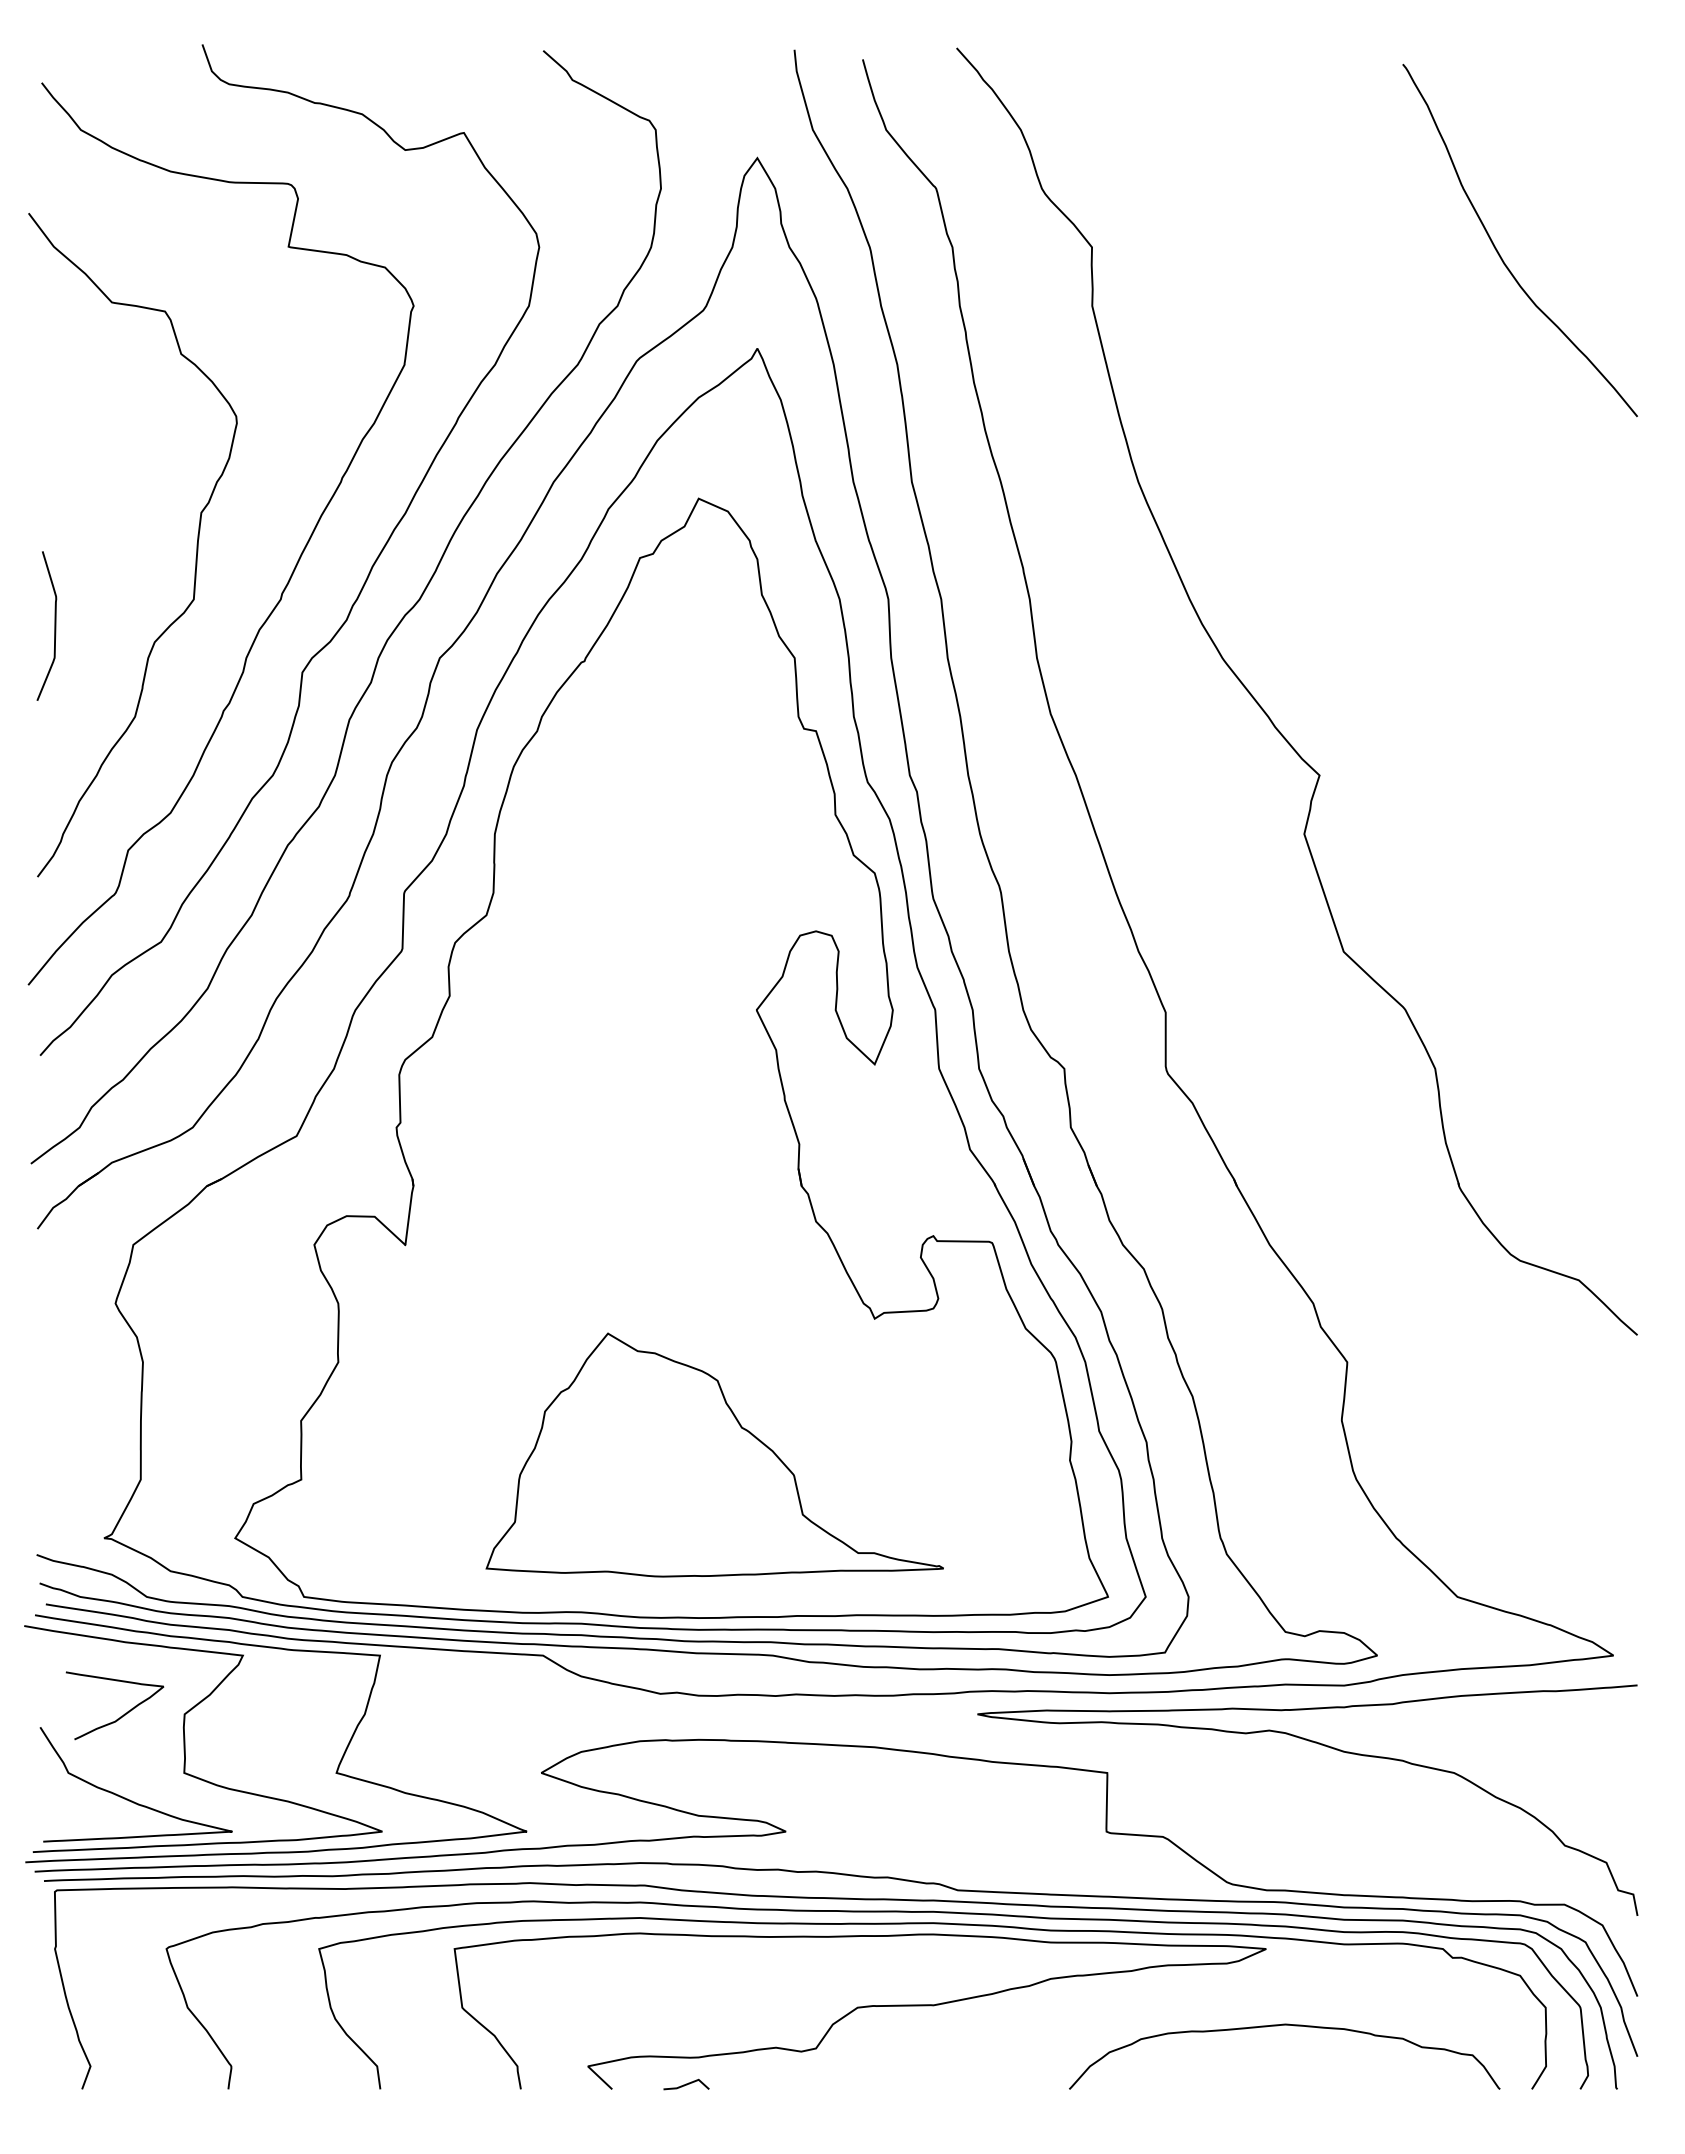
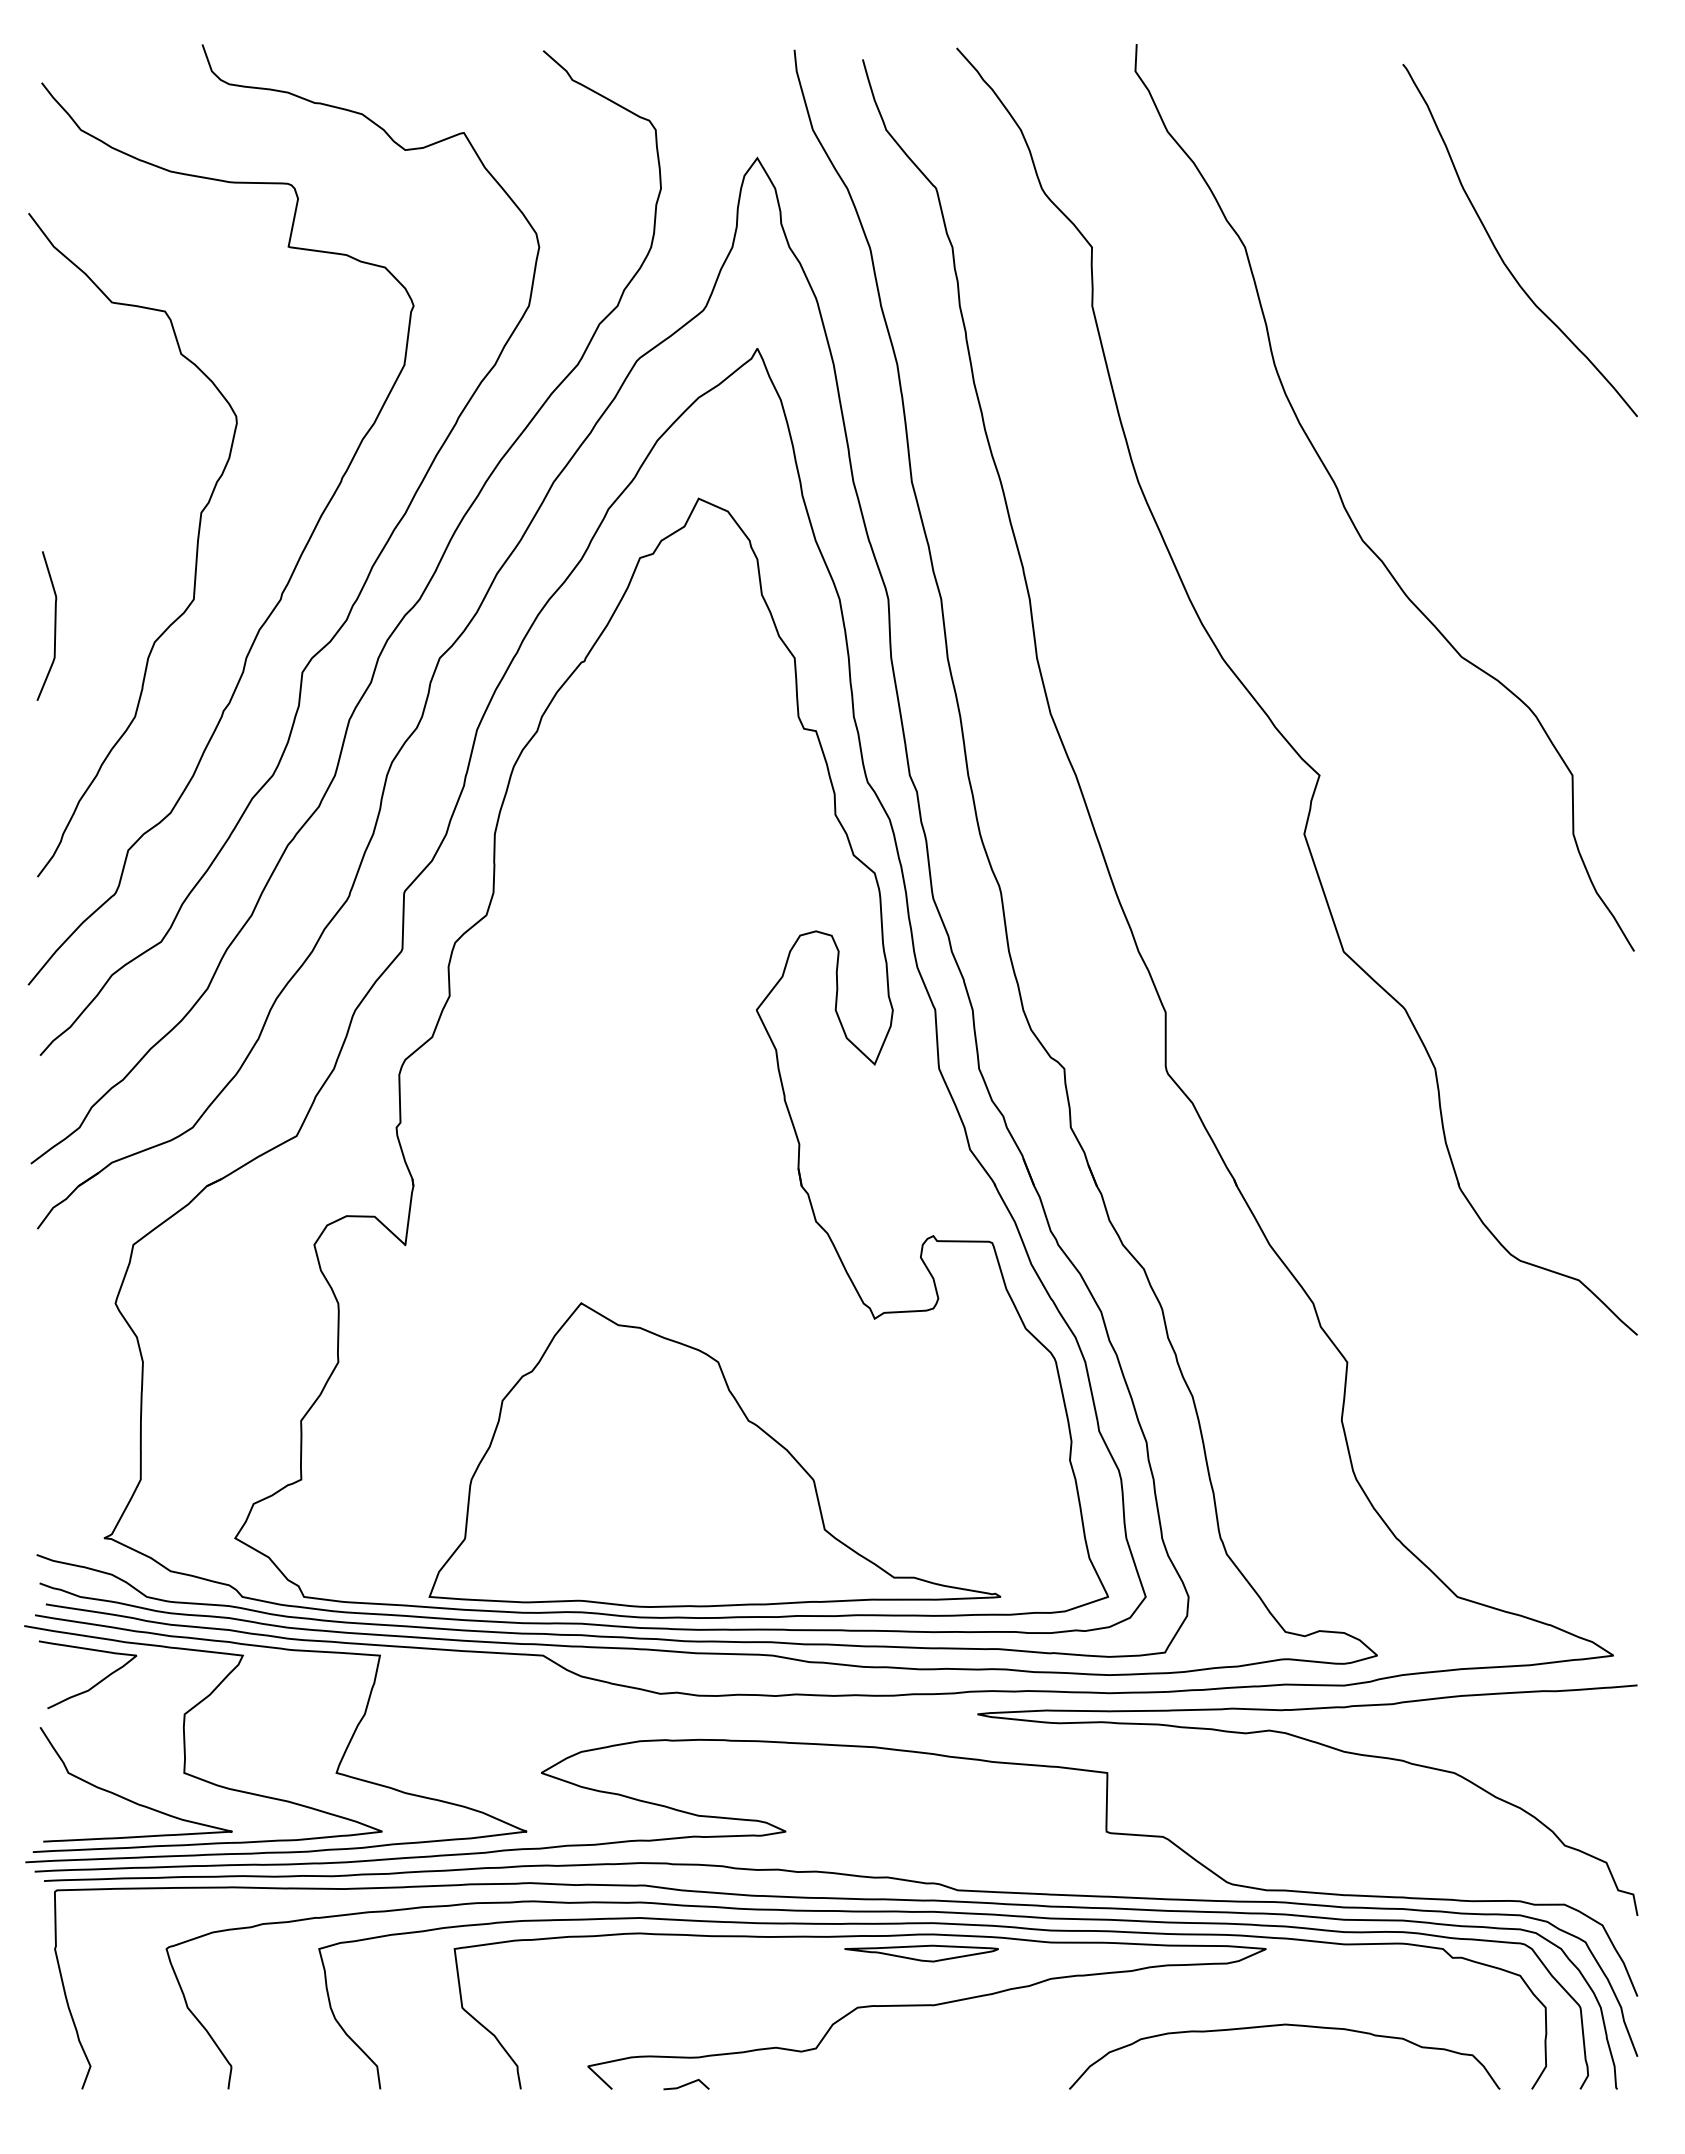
curve at (1349, 514): none -> present
part at (714, 1454) size: 459x246 px -> 574x306 px
curve at (120, 1716) position: (120, 1716) -> (93, 1685)
part at (921, 1953): none -> present
